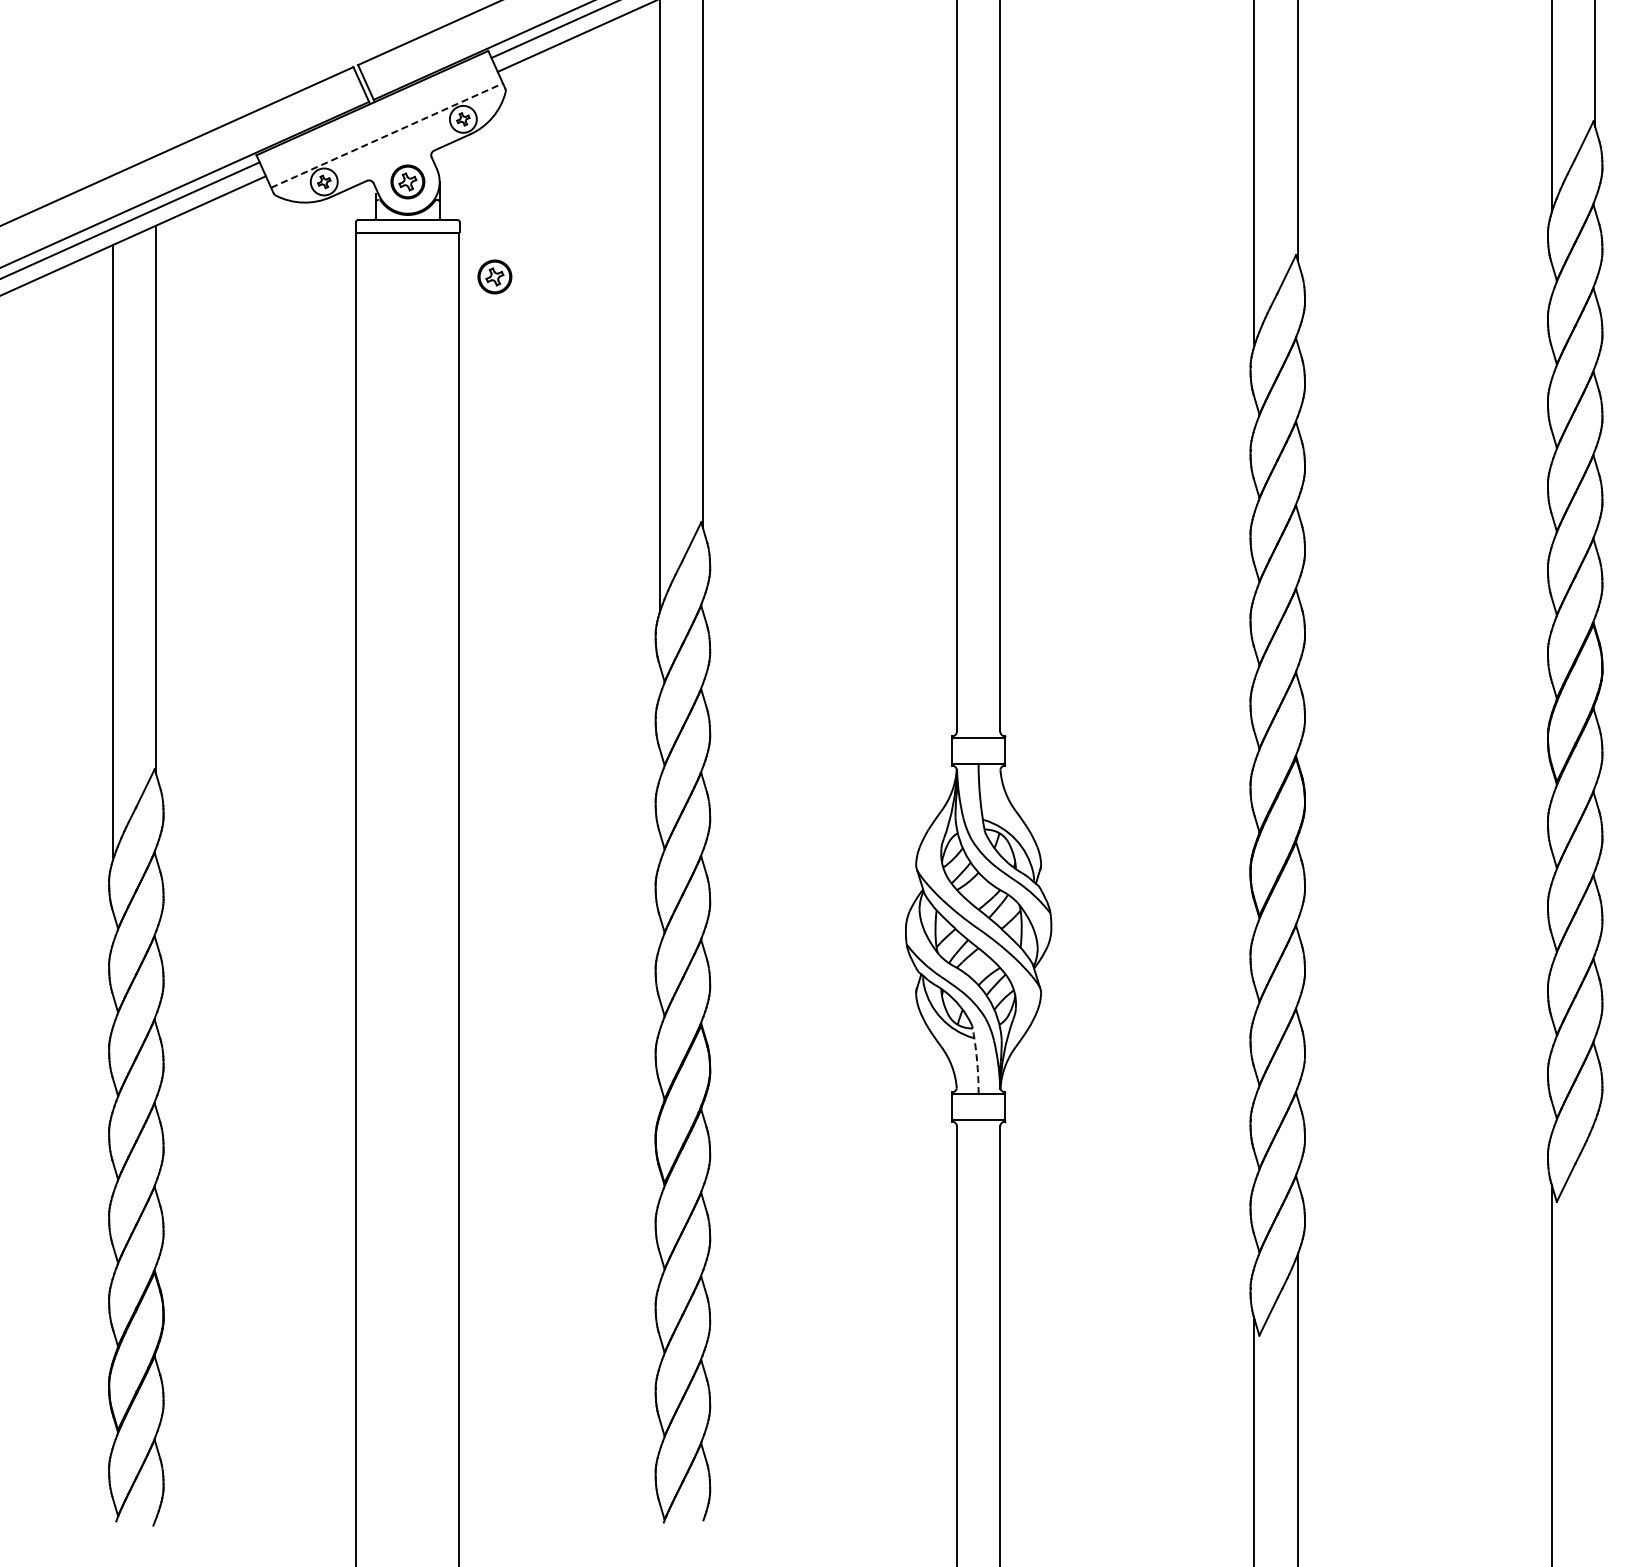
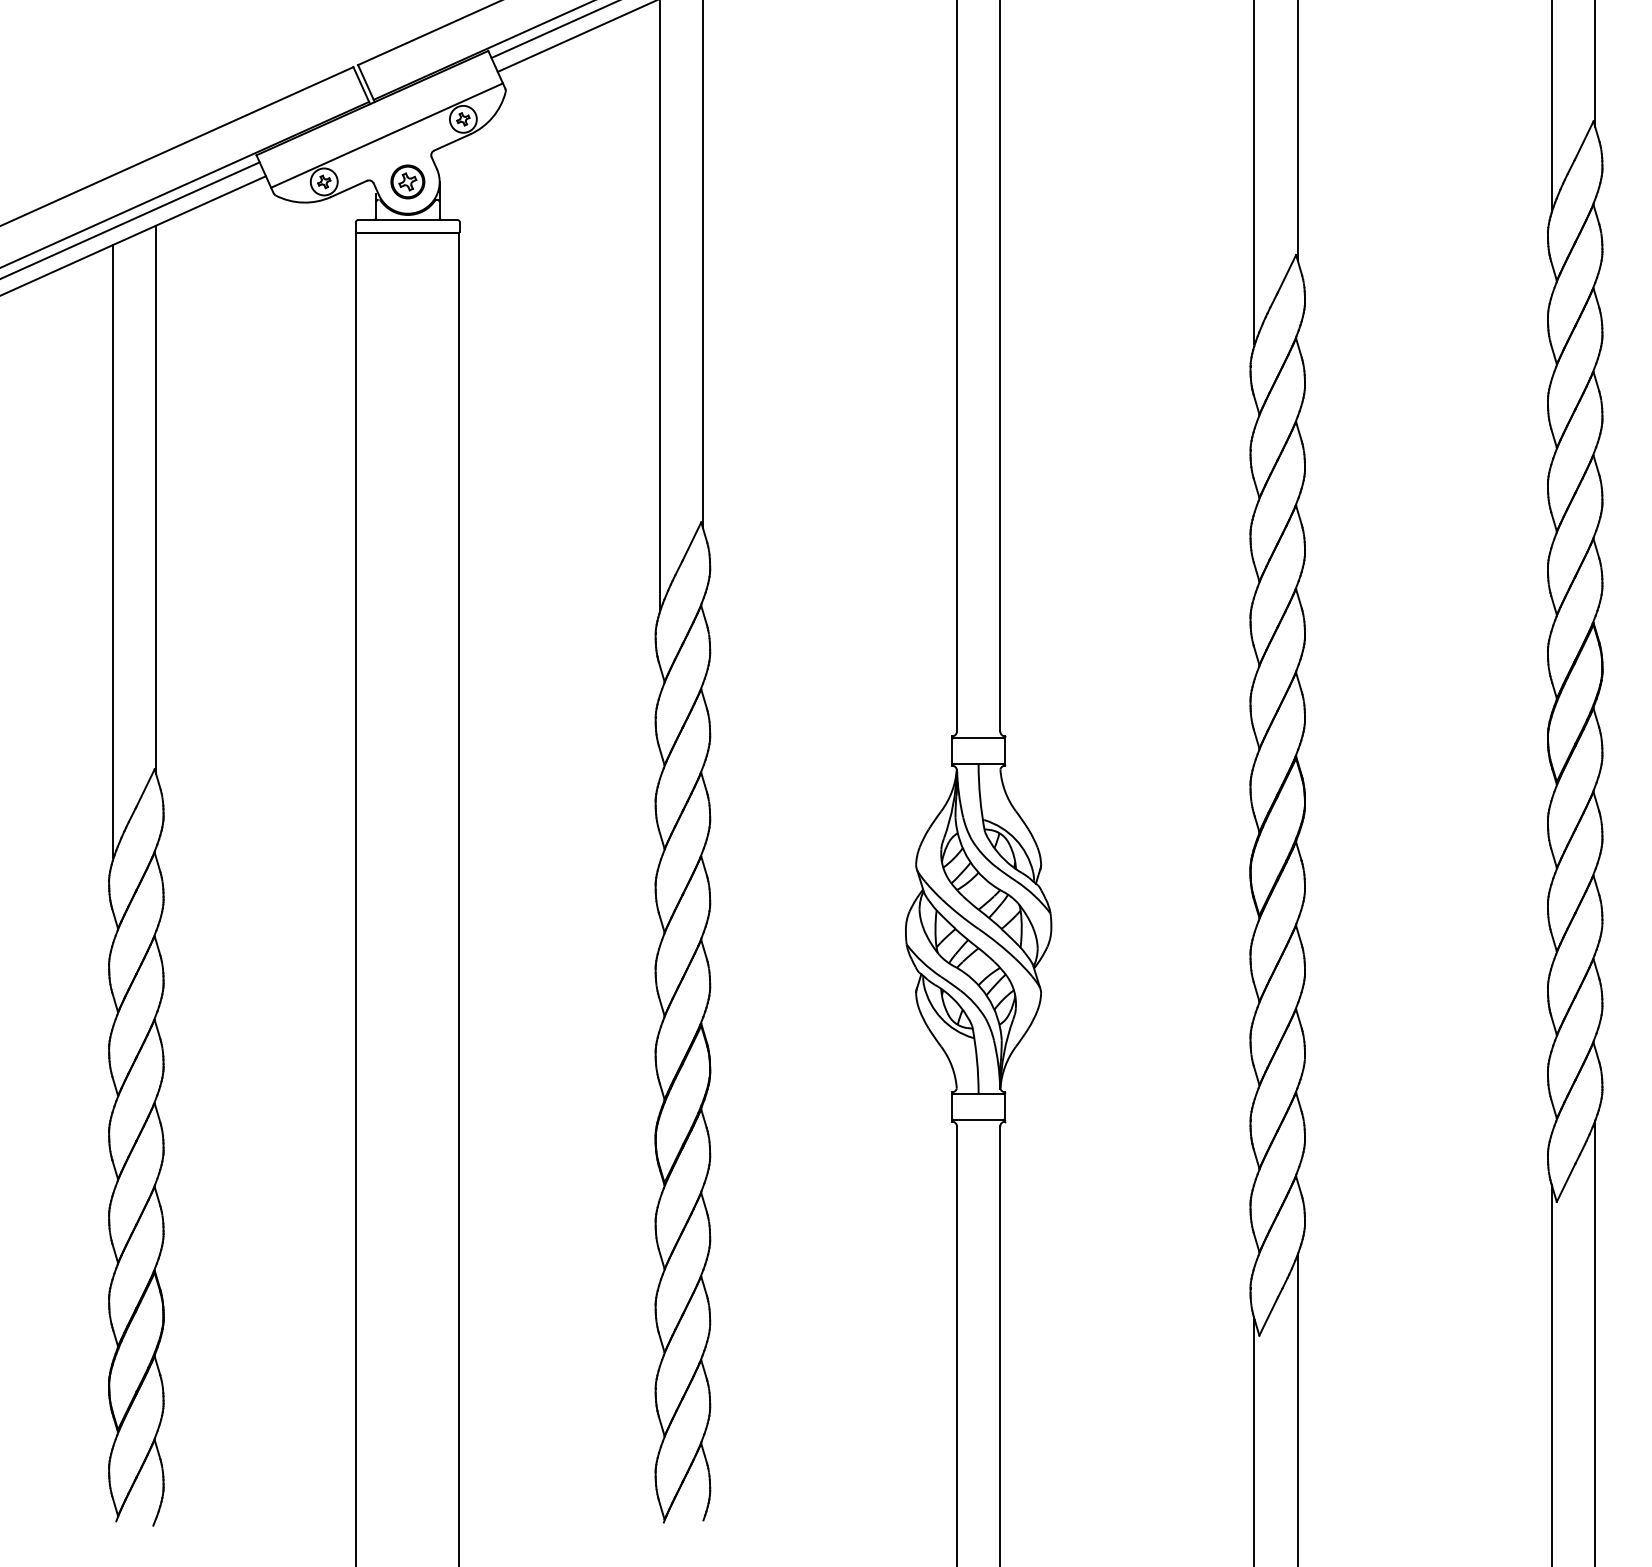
line at (387, 135): dashed -> solid
part at (494, 276): present -> none
arc at (977, 1059): dashed -> solid
line at (1595, 1342): none -> present
